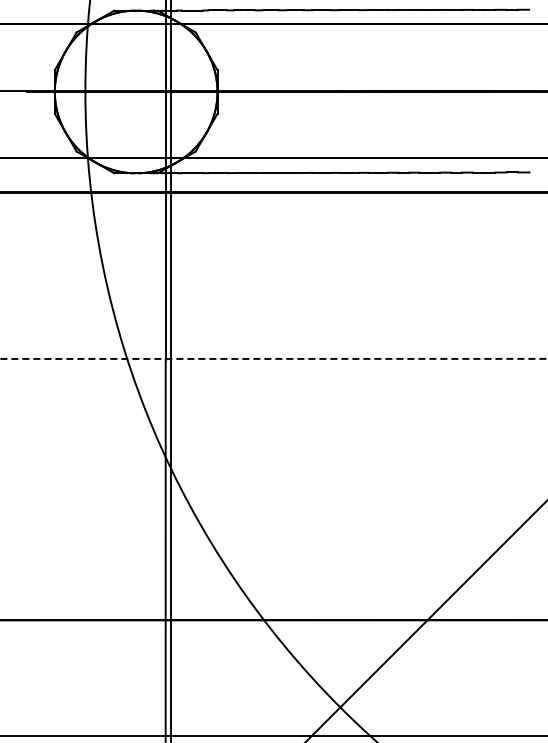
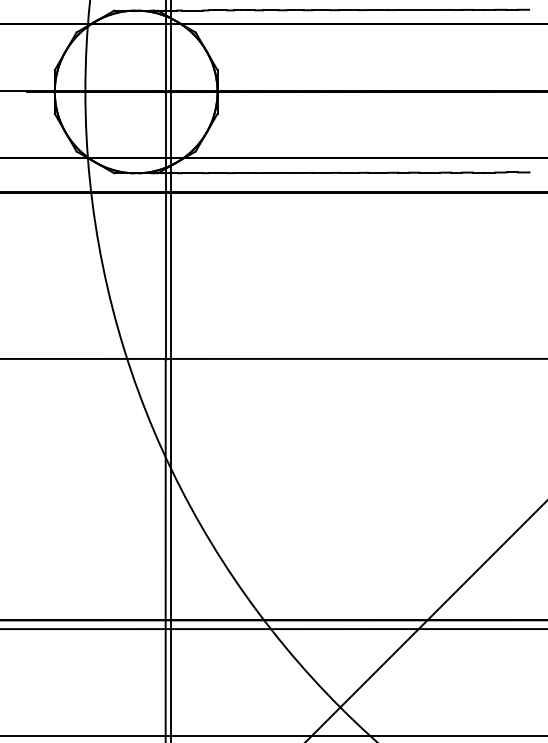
line at (273, 358): dashed -> solid
line at (273, 629): none -> present
